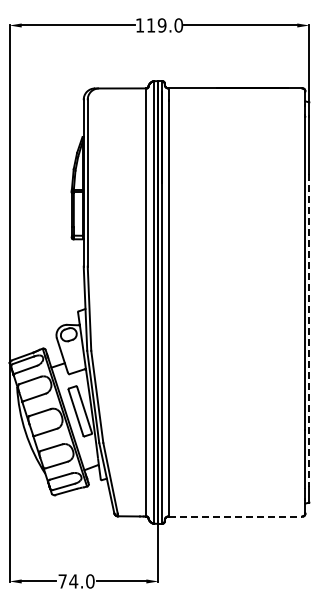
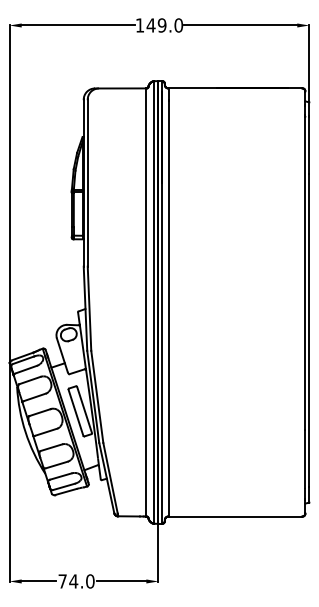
text at (150, 25): 119.0 -> 149.0
line at (309, 330): dashed -> solid
line at (235, 516): dashed -> solid
